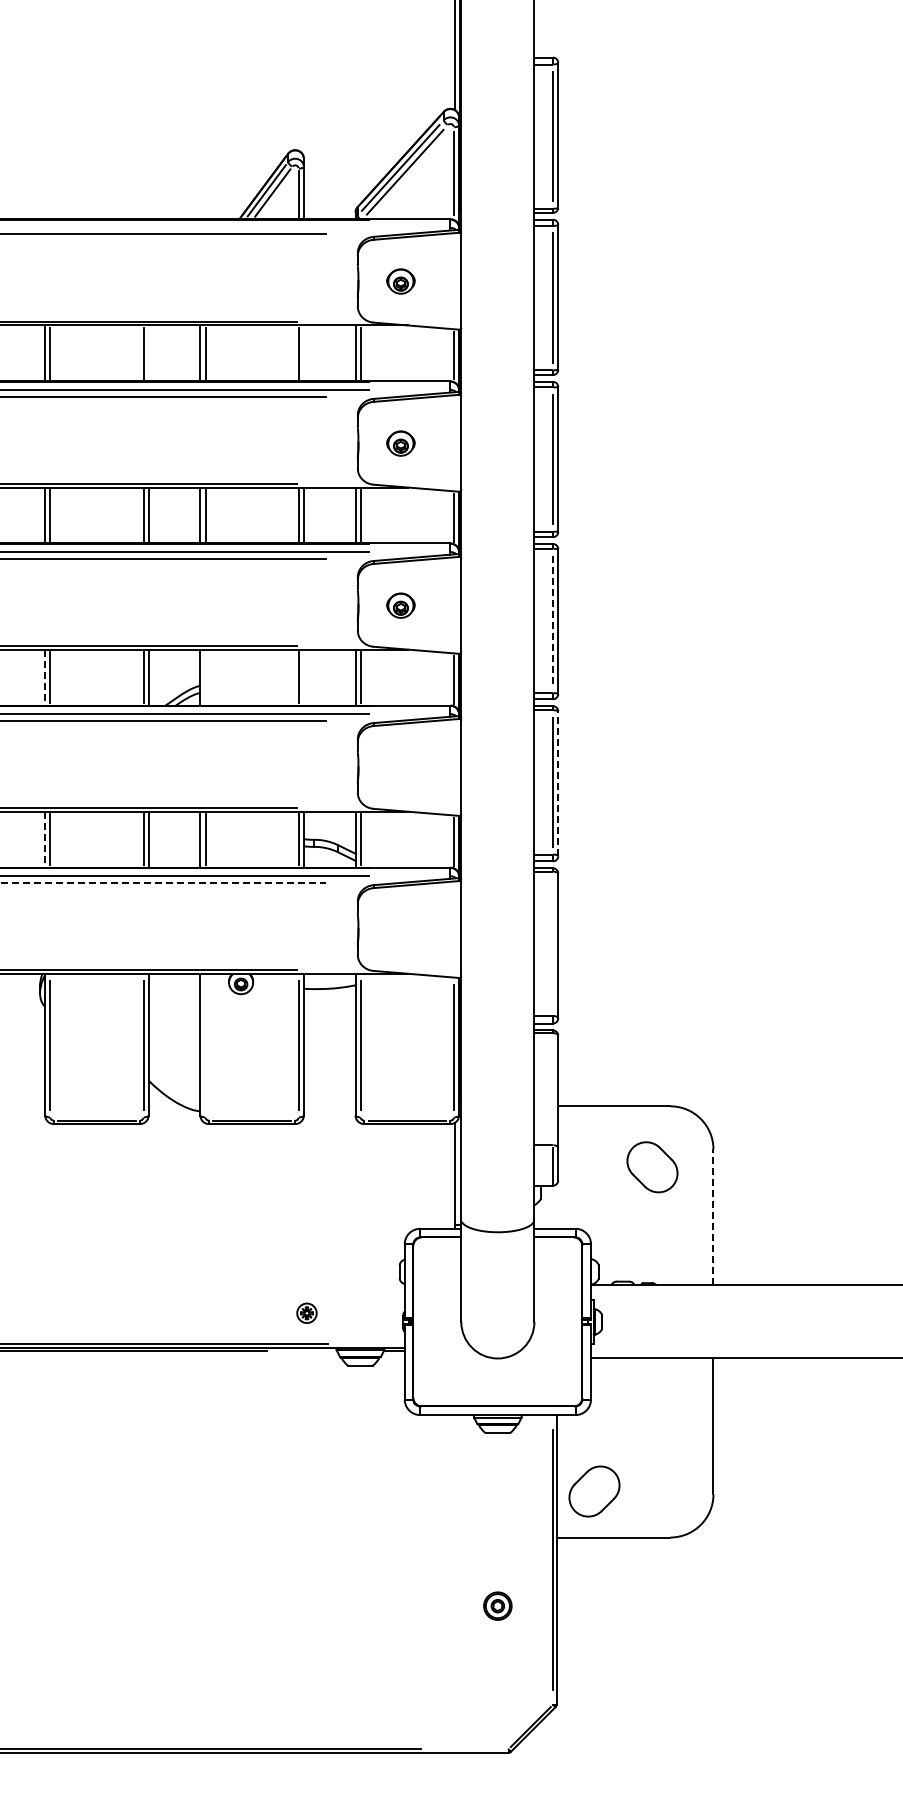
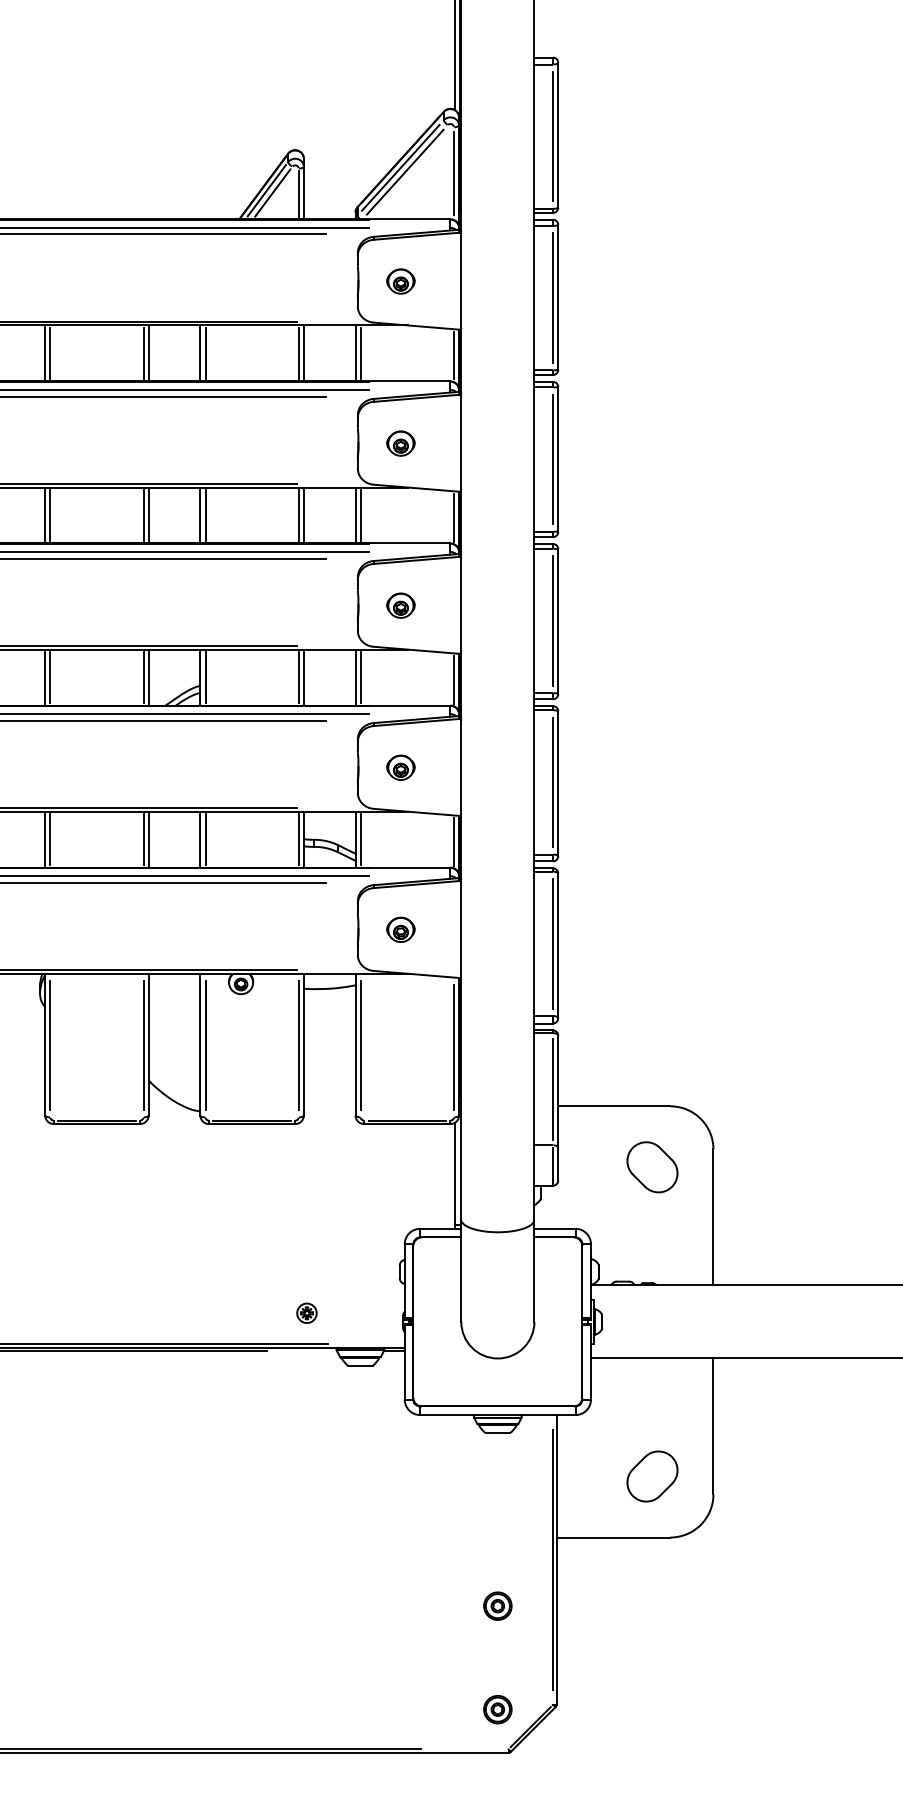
line at (185, 227): none -> present
line at (148, 353): none -> present
line at (303, 353): none -> present
line at (553, 621): dashed -> solid
line at (45, 677): dashed -> solid
line at (205, 677): none -> present
line at (303, 677): none -> present
part at (400, 767): none -> present
line at (558, 783): dashed -> solid
line at (45, 839): dashed -> solid
line at (163, 882): dashed -> solid
part at (400, 929): none -> present
line at (553, 943): none -> present
line at (205, 1045): none -> present
line at (553, 1088): none -> present
line at (713, 1217): dashed -> solid
part at (594, 1491) position: (594, 1491) -> (652, 1476)
part at (497, 1709): none -> present
